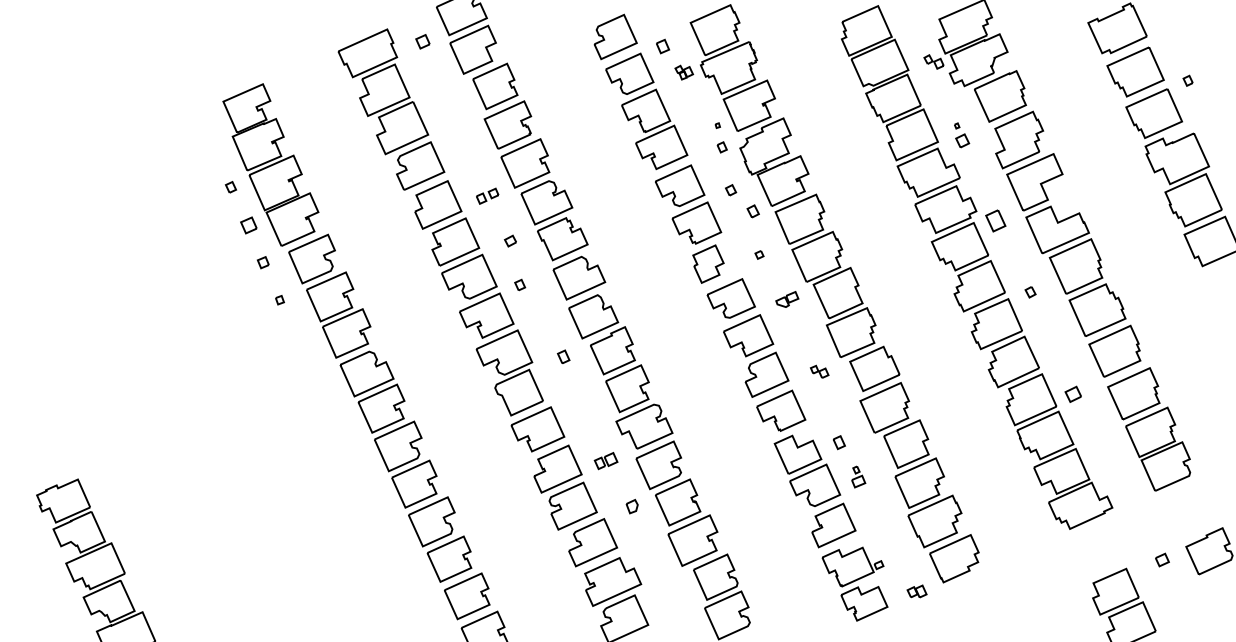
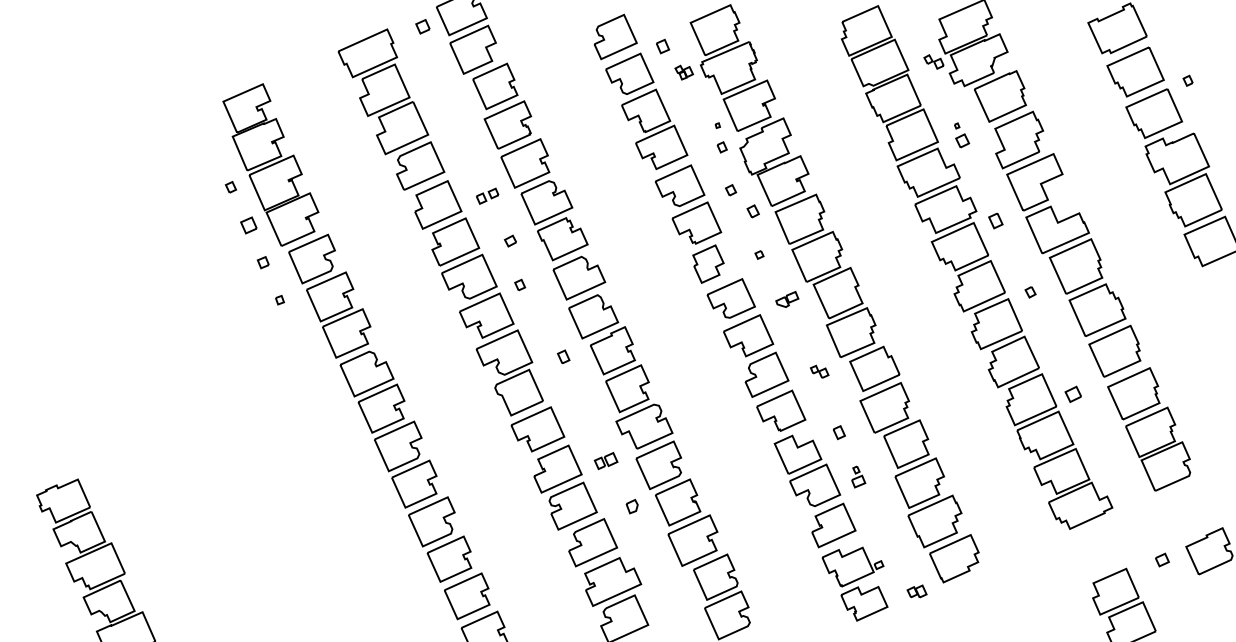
part at (422, 41) position: (422, 41) -> (422, 26)
part at (995, 220) size: 22x24 px -> 16x18 px
part at (839, 442) position: (839, 442) -> (839, 432)
